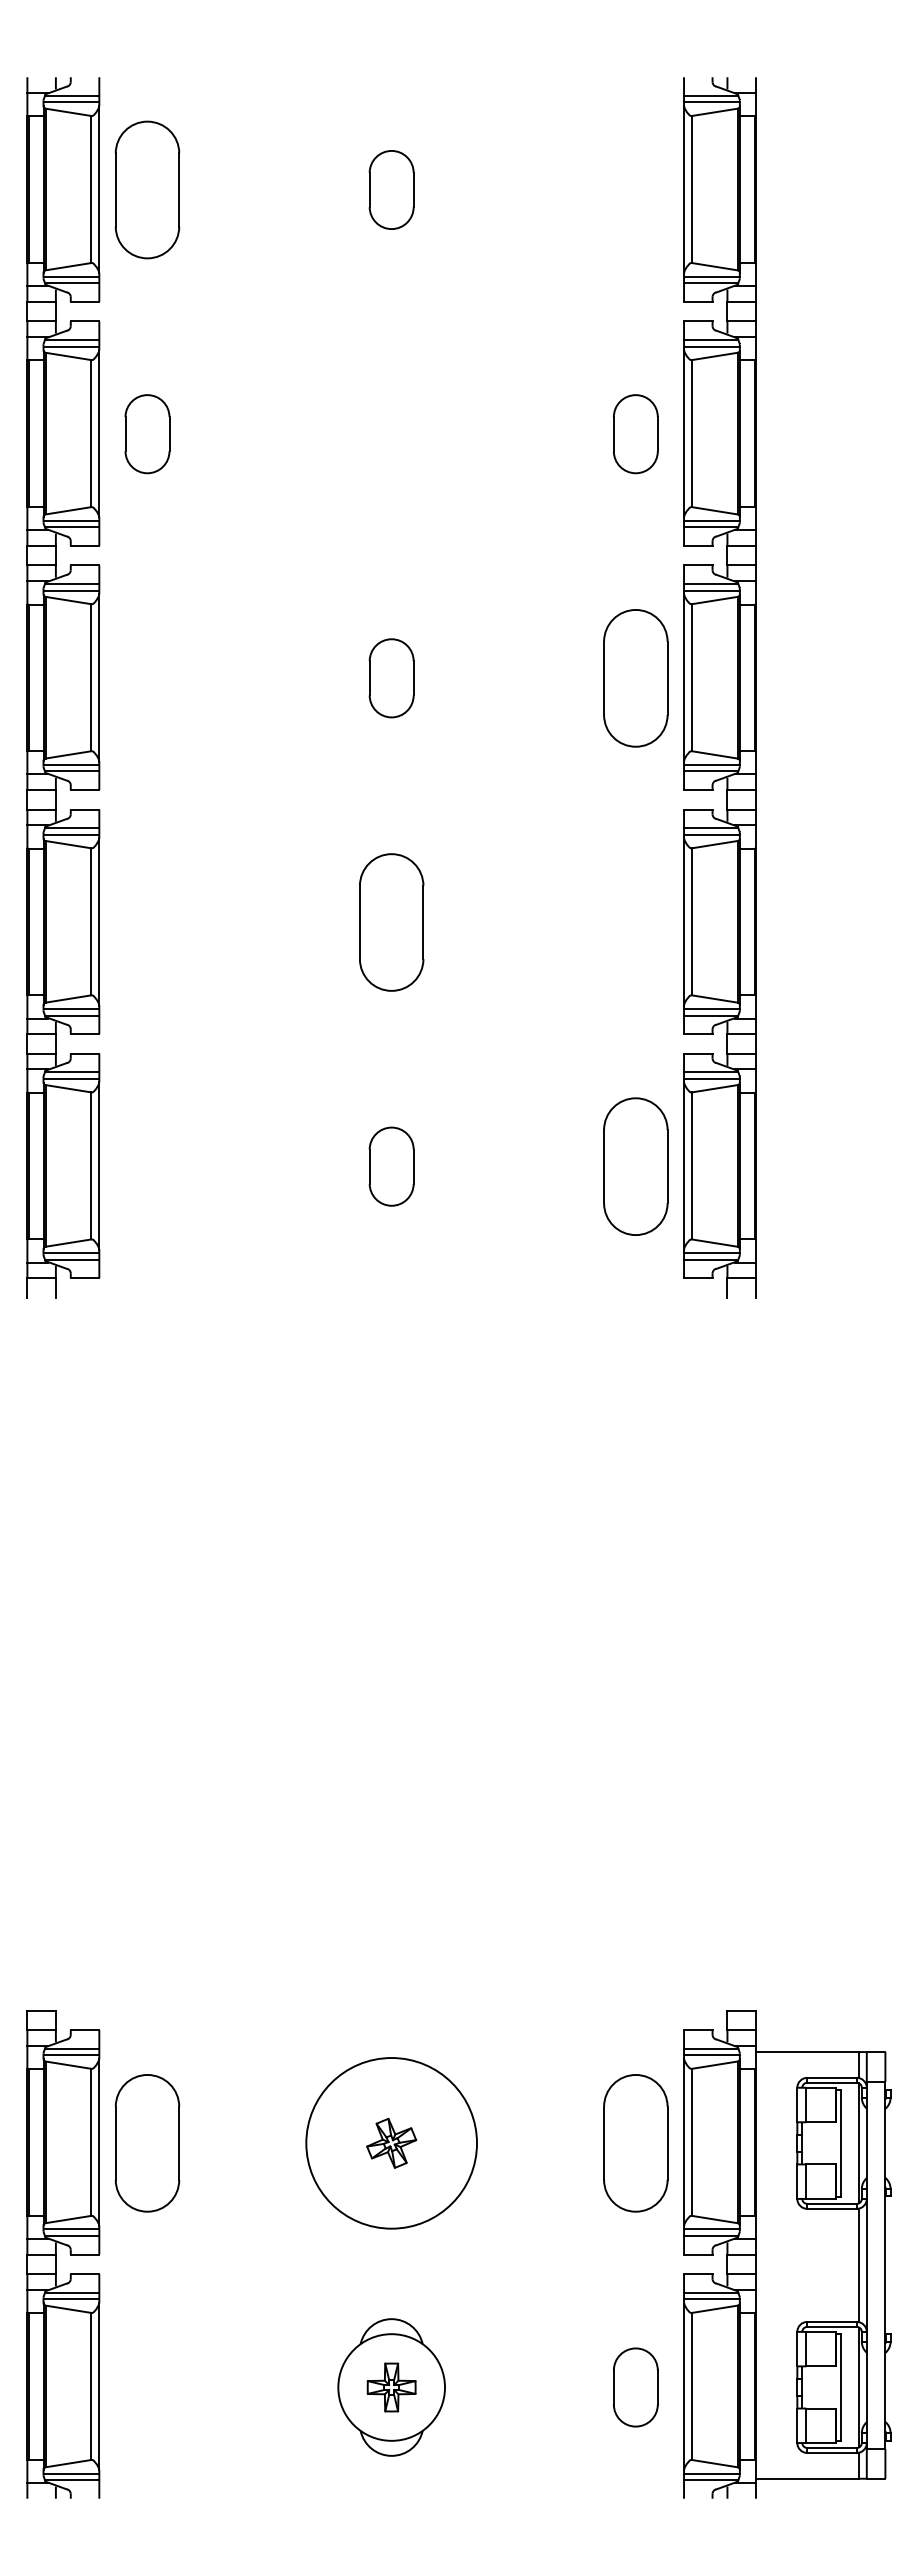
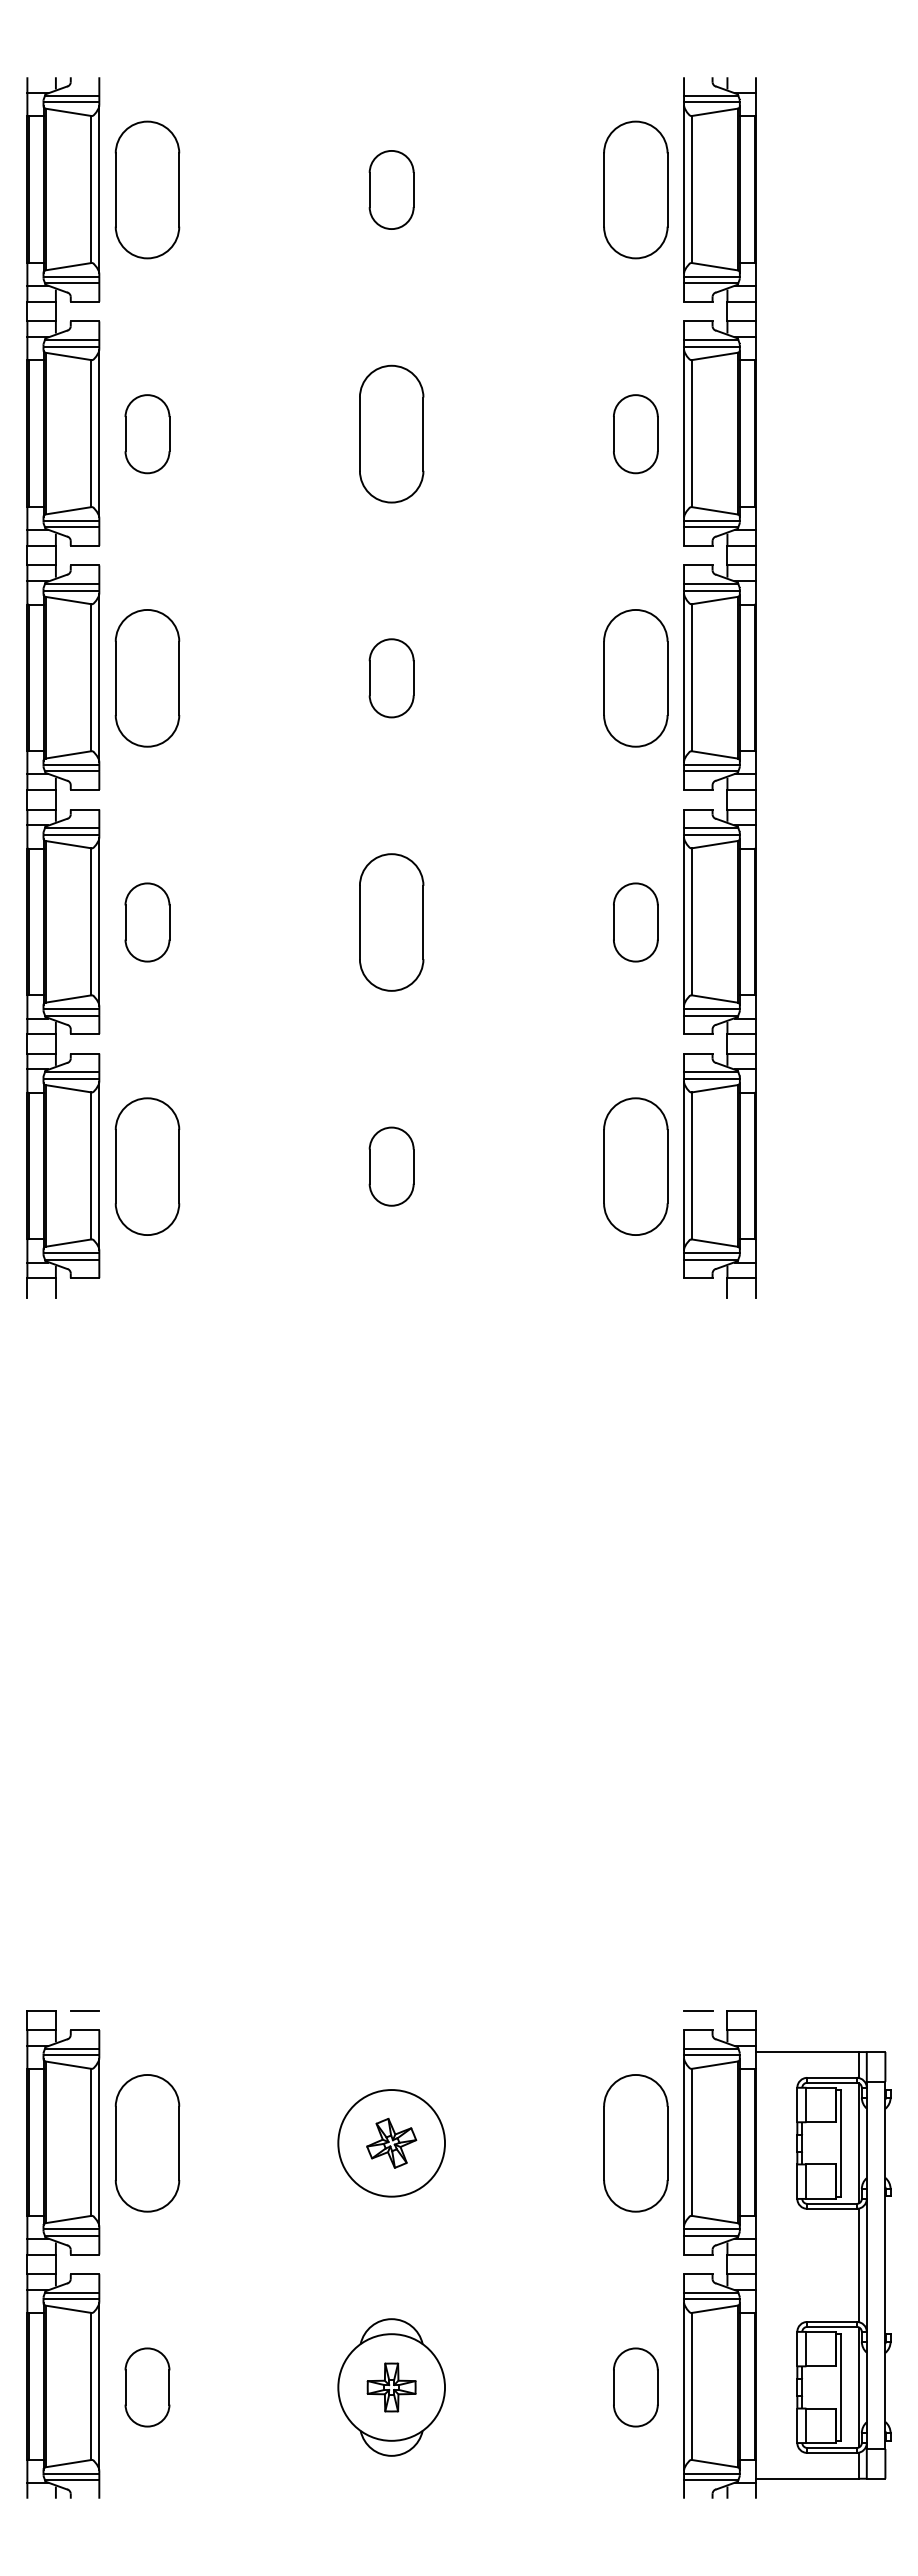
part at (635, 189): none -> present
part at (391, 433): none -> present
part at (147, 678): none -> present
part at (147, 922): none -> present
part at (635, 922): none -> present
part at (147, 1166): none -> present
line at (84, 2010): none -> present
line at (698, 2010): none -> present
circle at (391, 2143) diameter: 171 px -> 107 px
part at (147, 2387): none -> present
